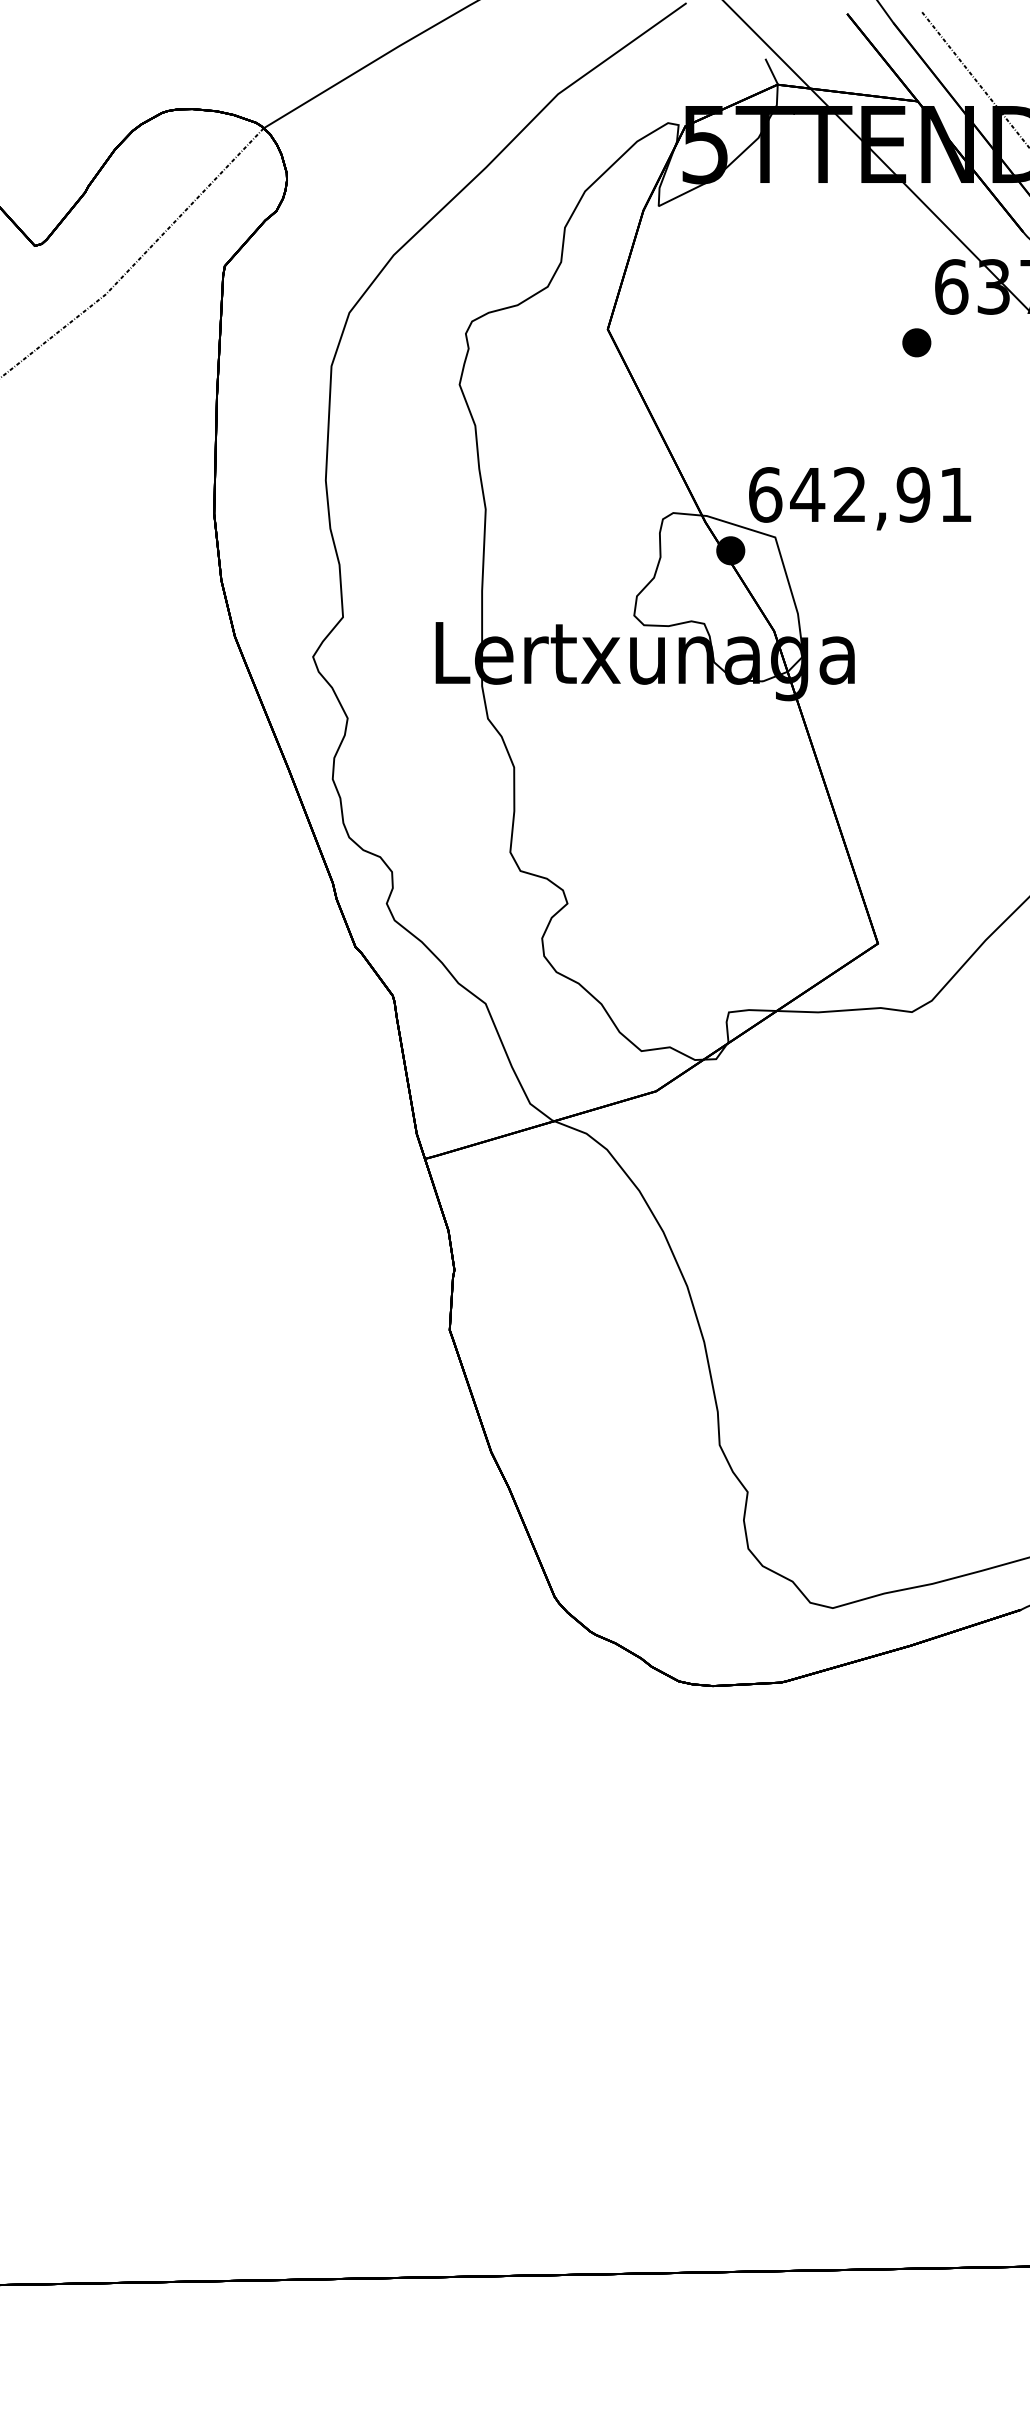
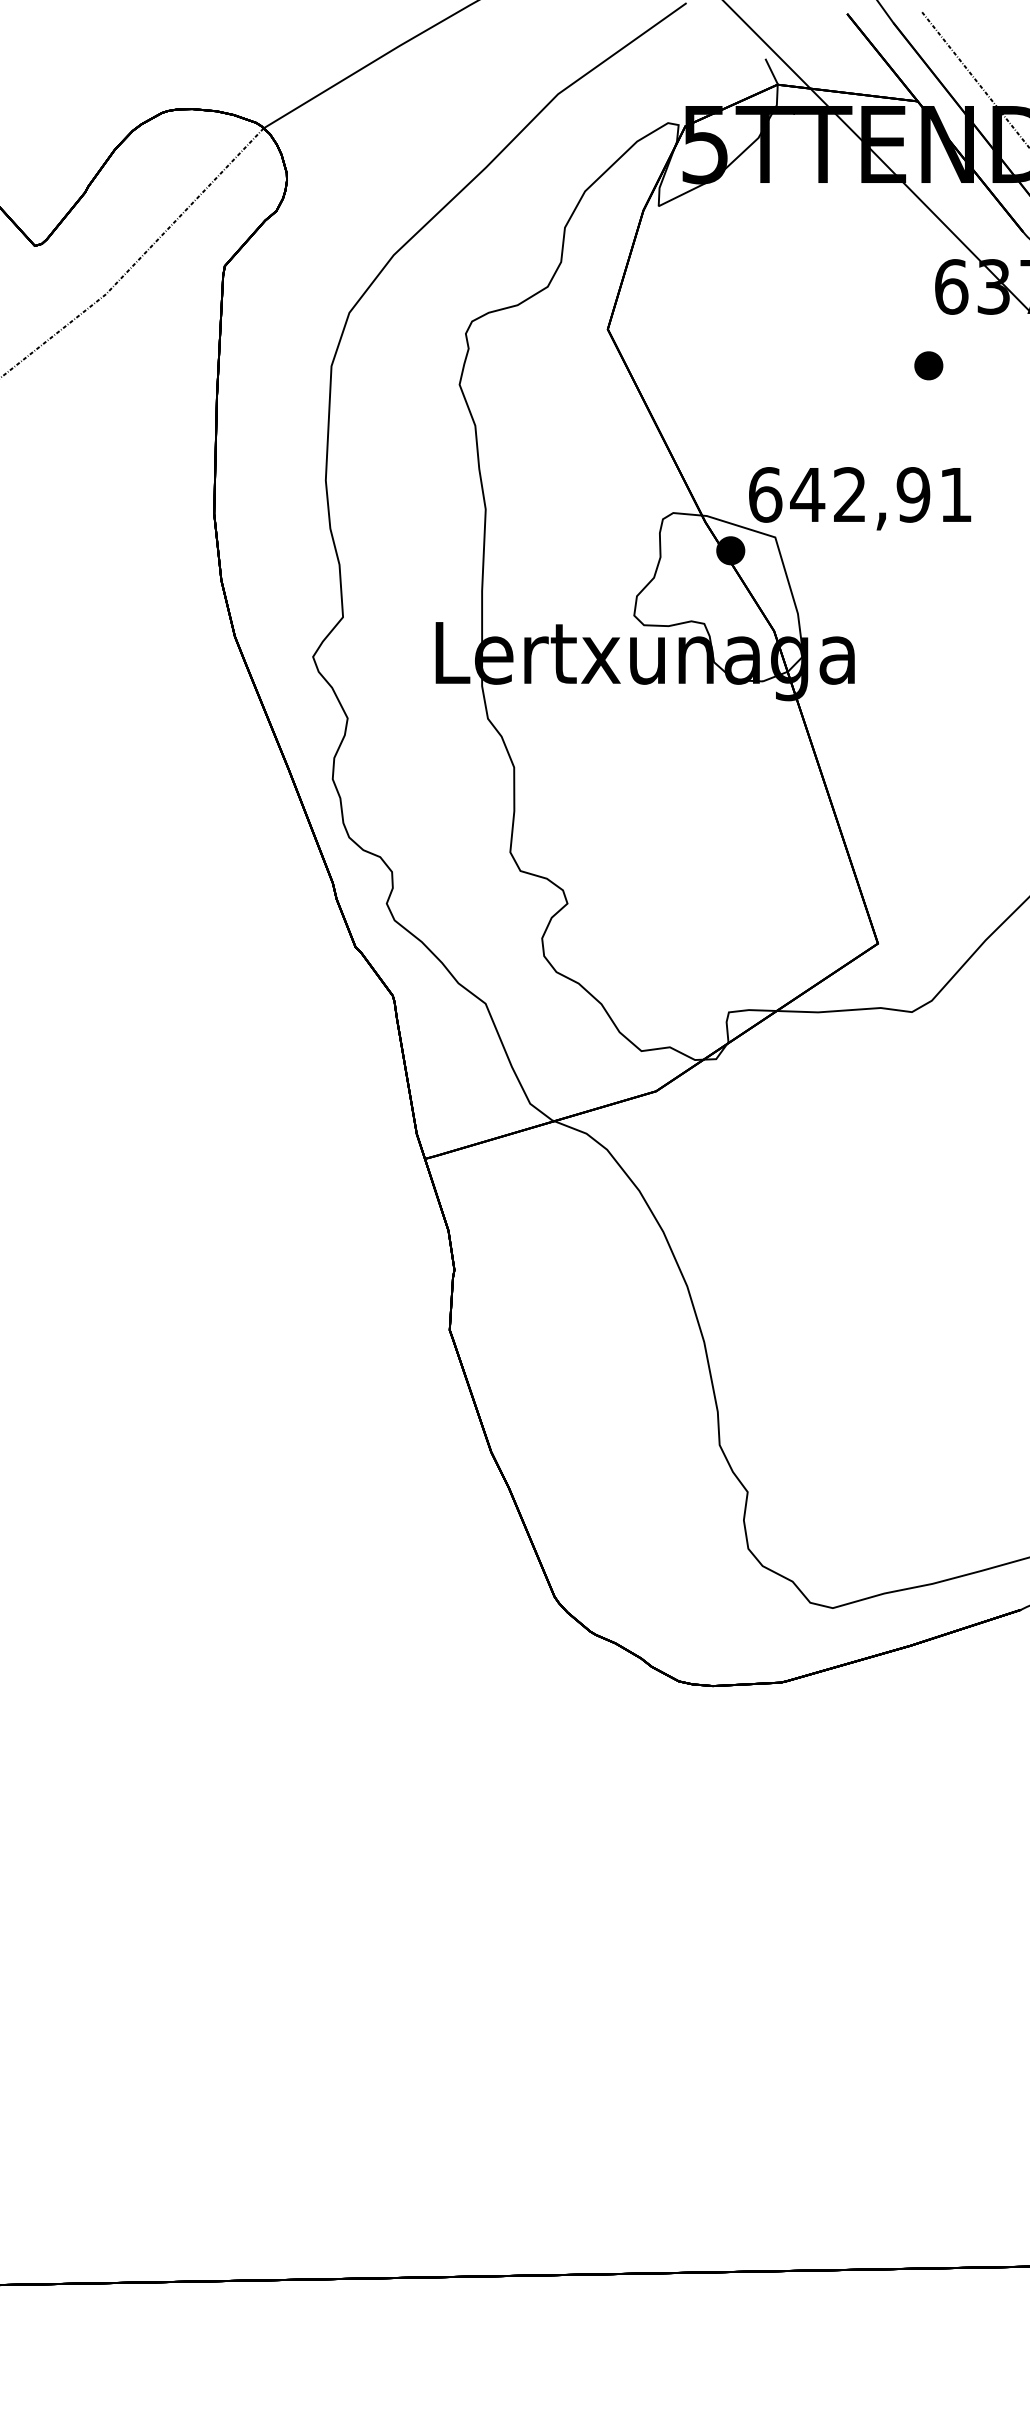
part at (916, 342) position: (916, 342) -> (928, 365)
